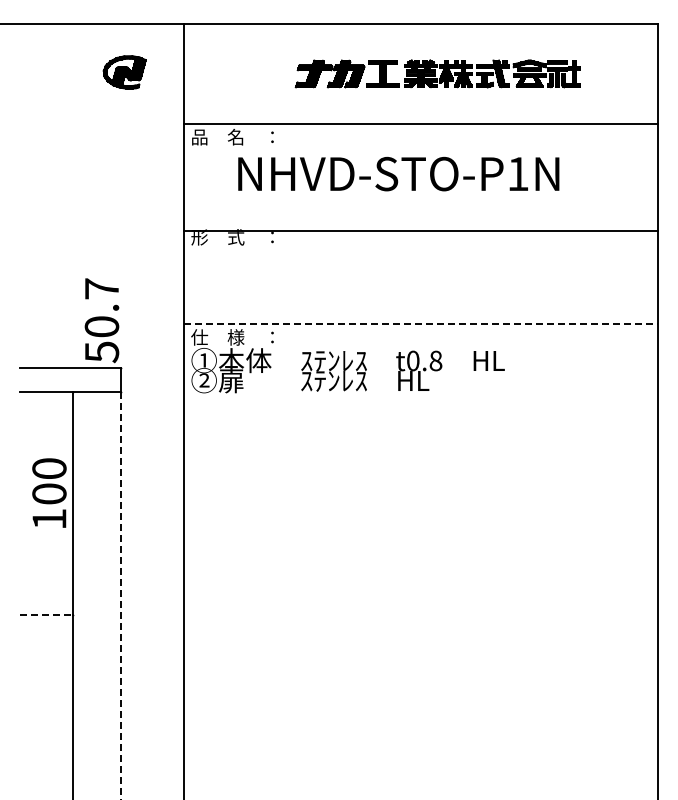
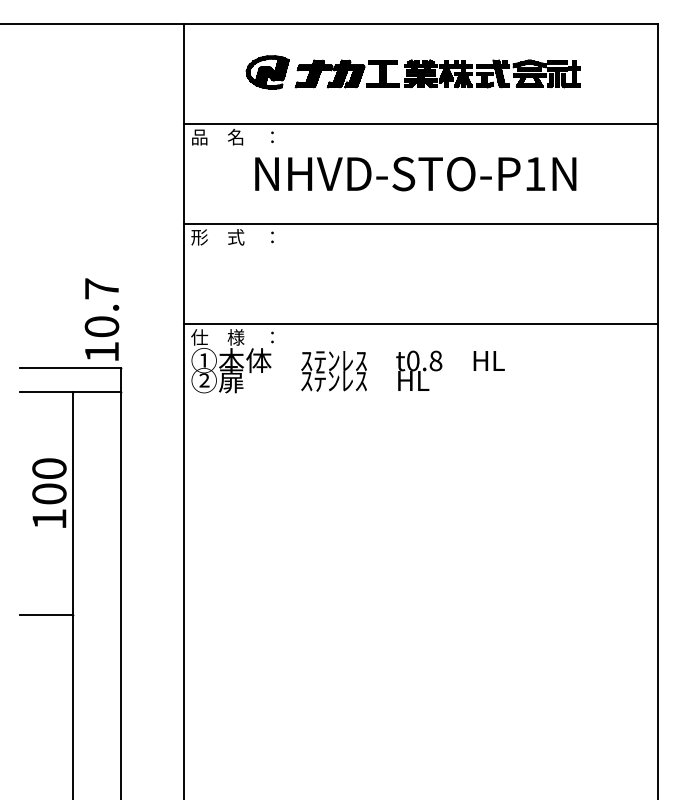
part at (124, 72) position: (124, 72) -> (267, 72)
text at (398, 173) position: (398, 173) -> (415, 173)
line at (420, 231) position: (420, 231) -> (420, 224)
line at (420, 324): dashed -> solid
text at (102, 352): 50.7 -> 10.7
line at (121, 596): dashed -> solid
line at (47, 614): dashed -> solid
